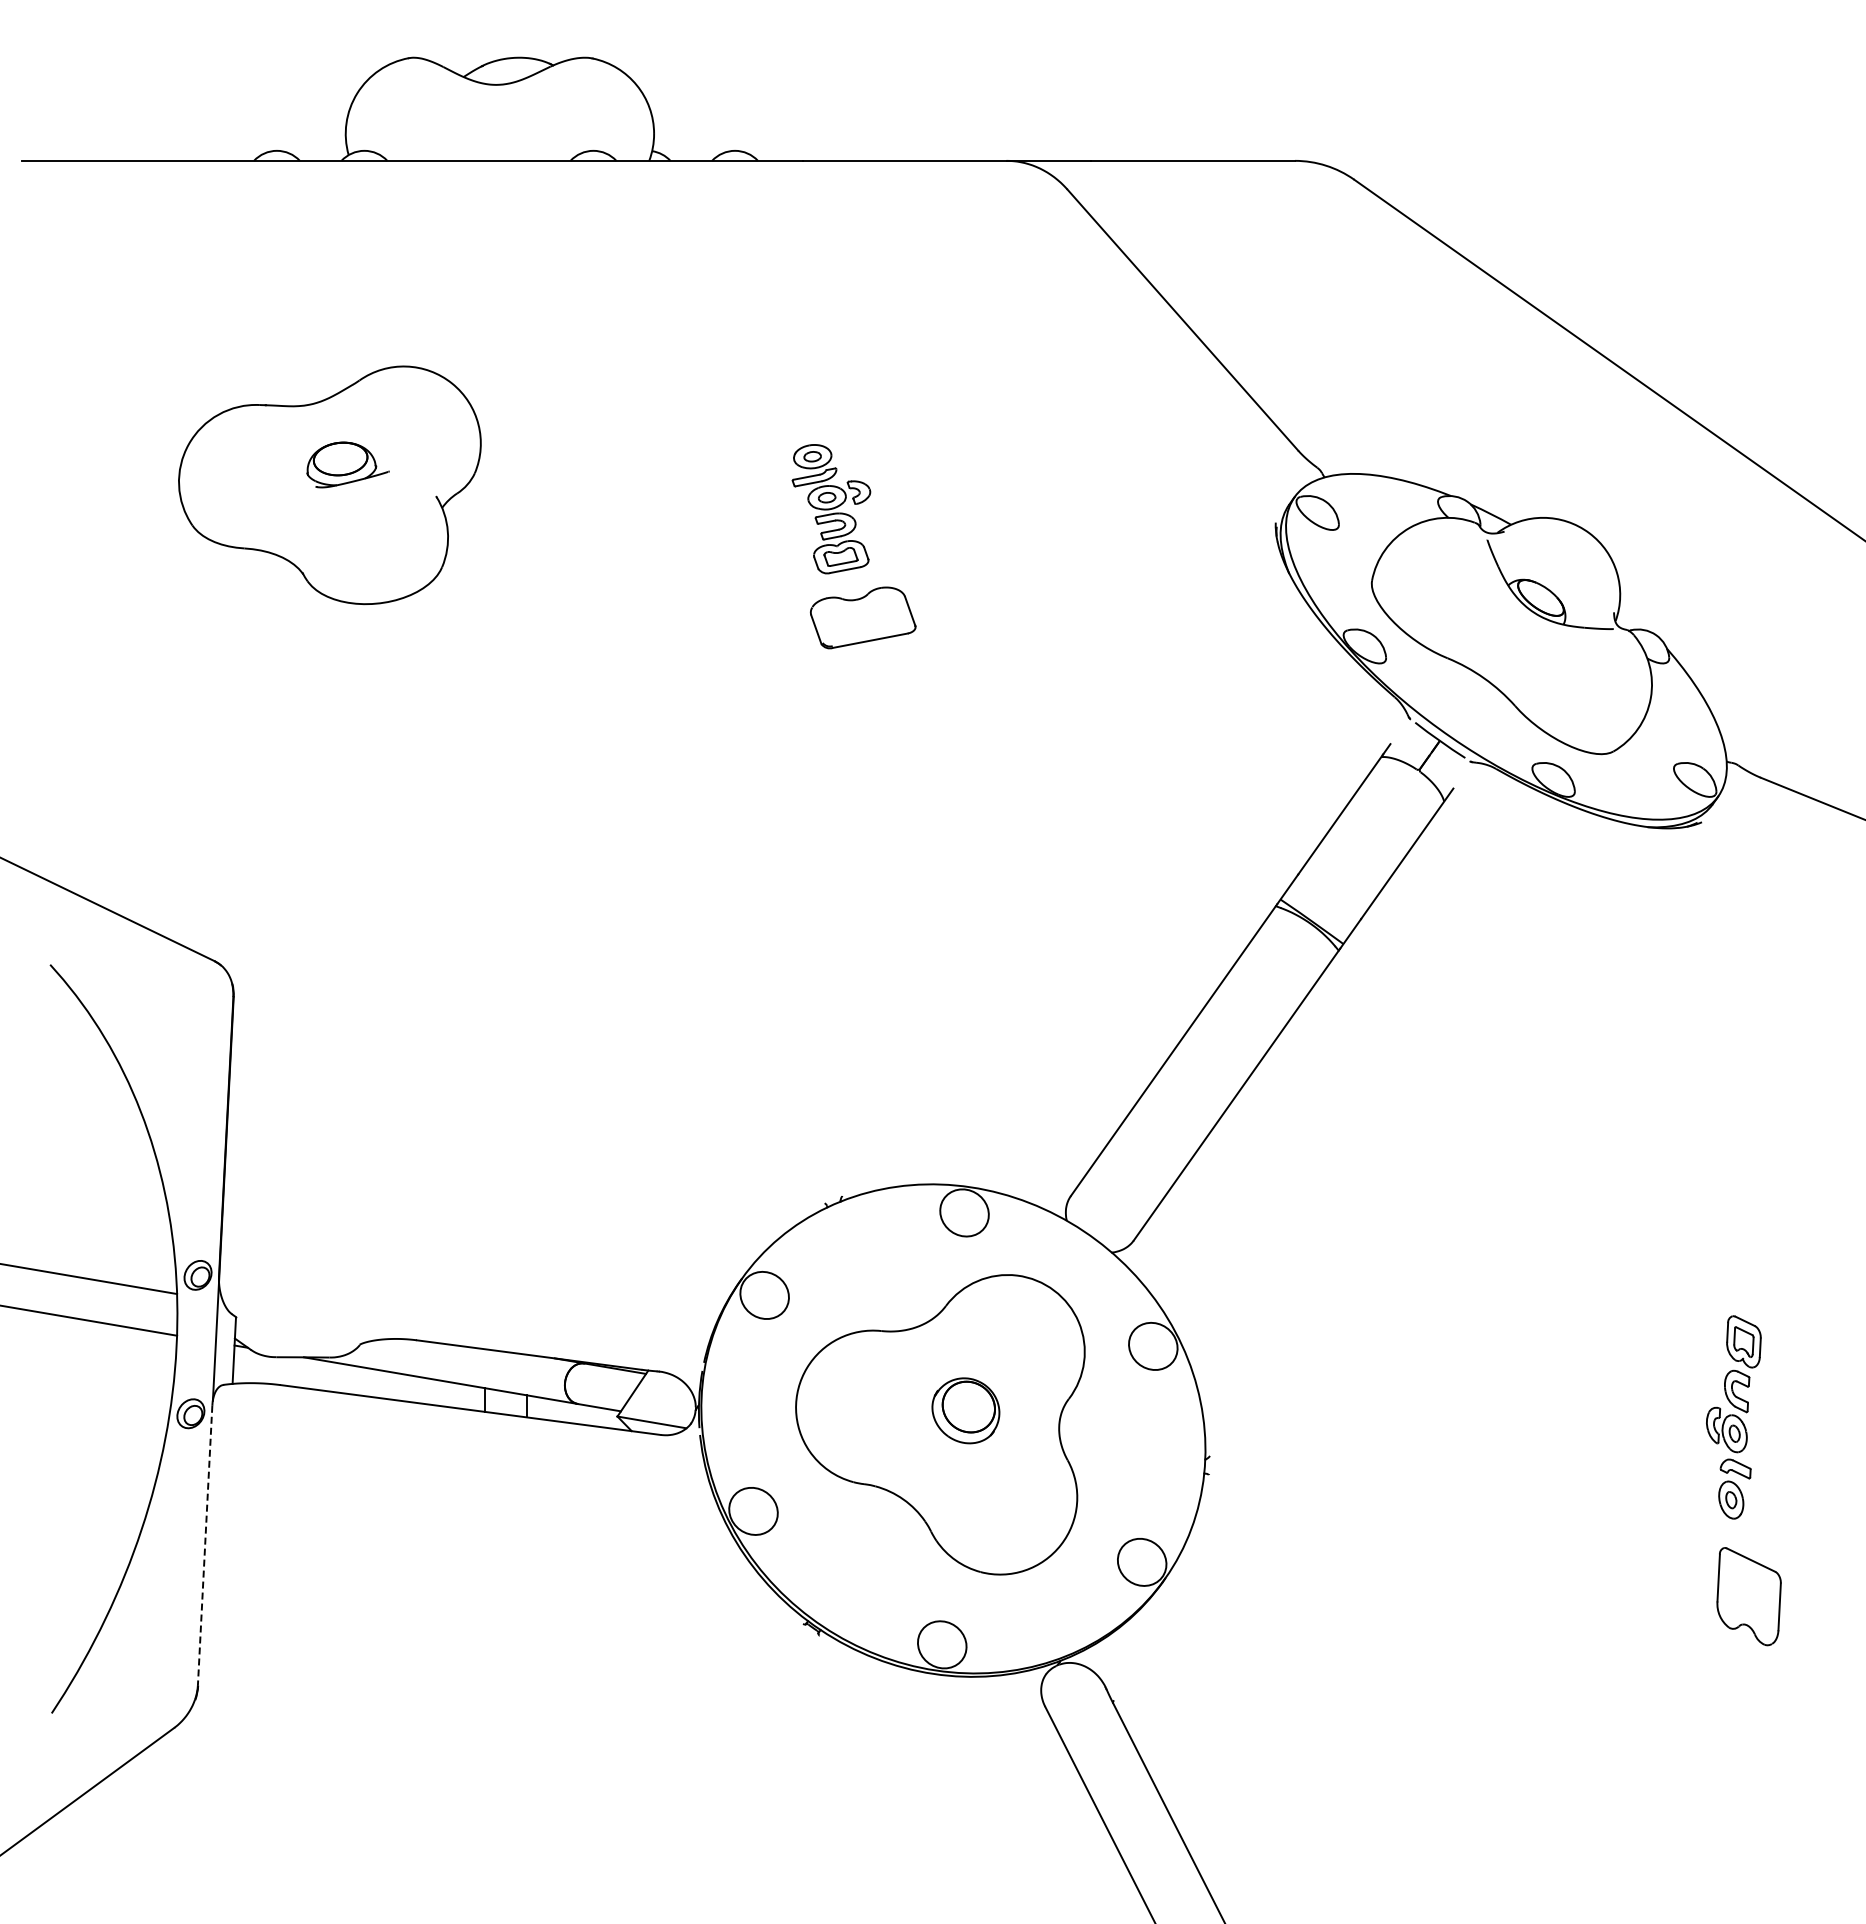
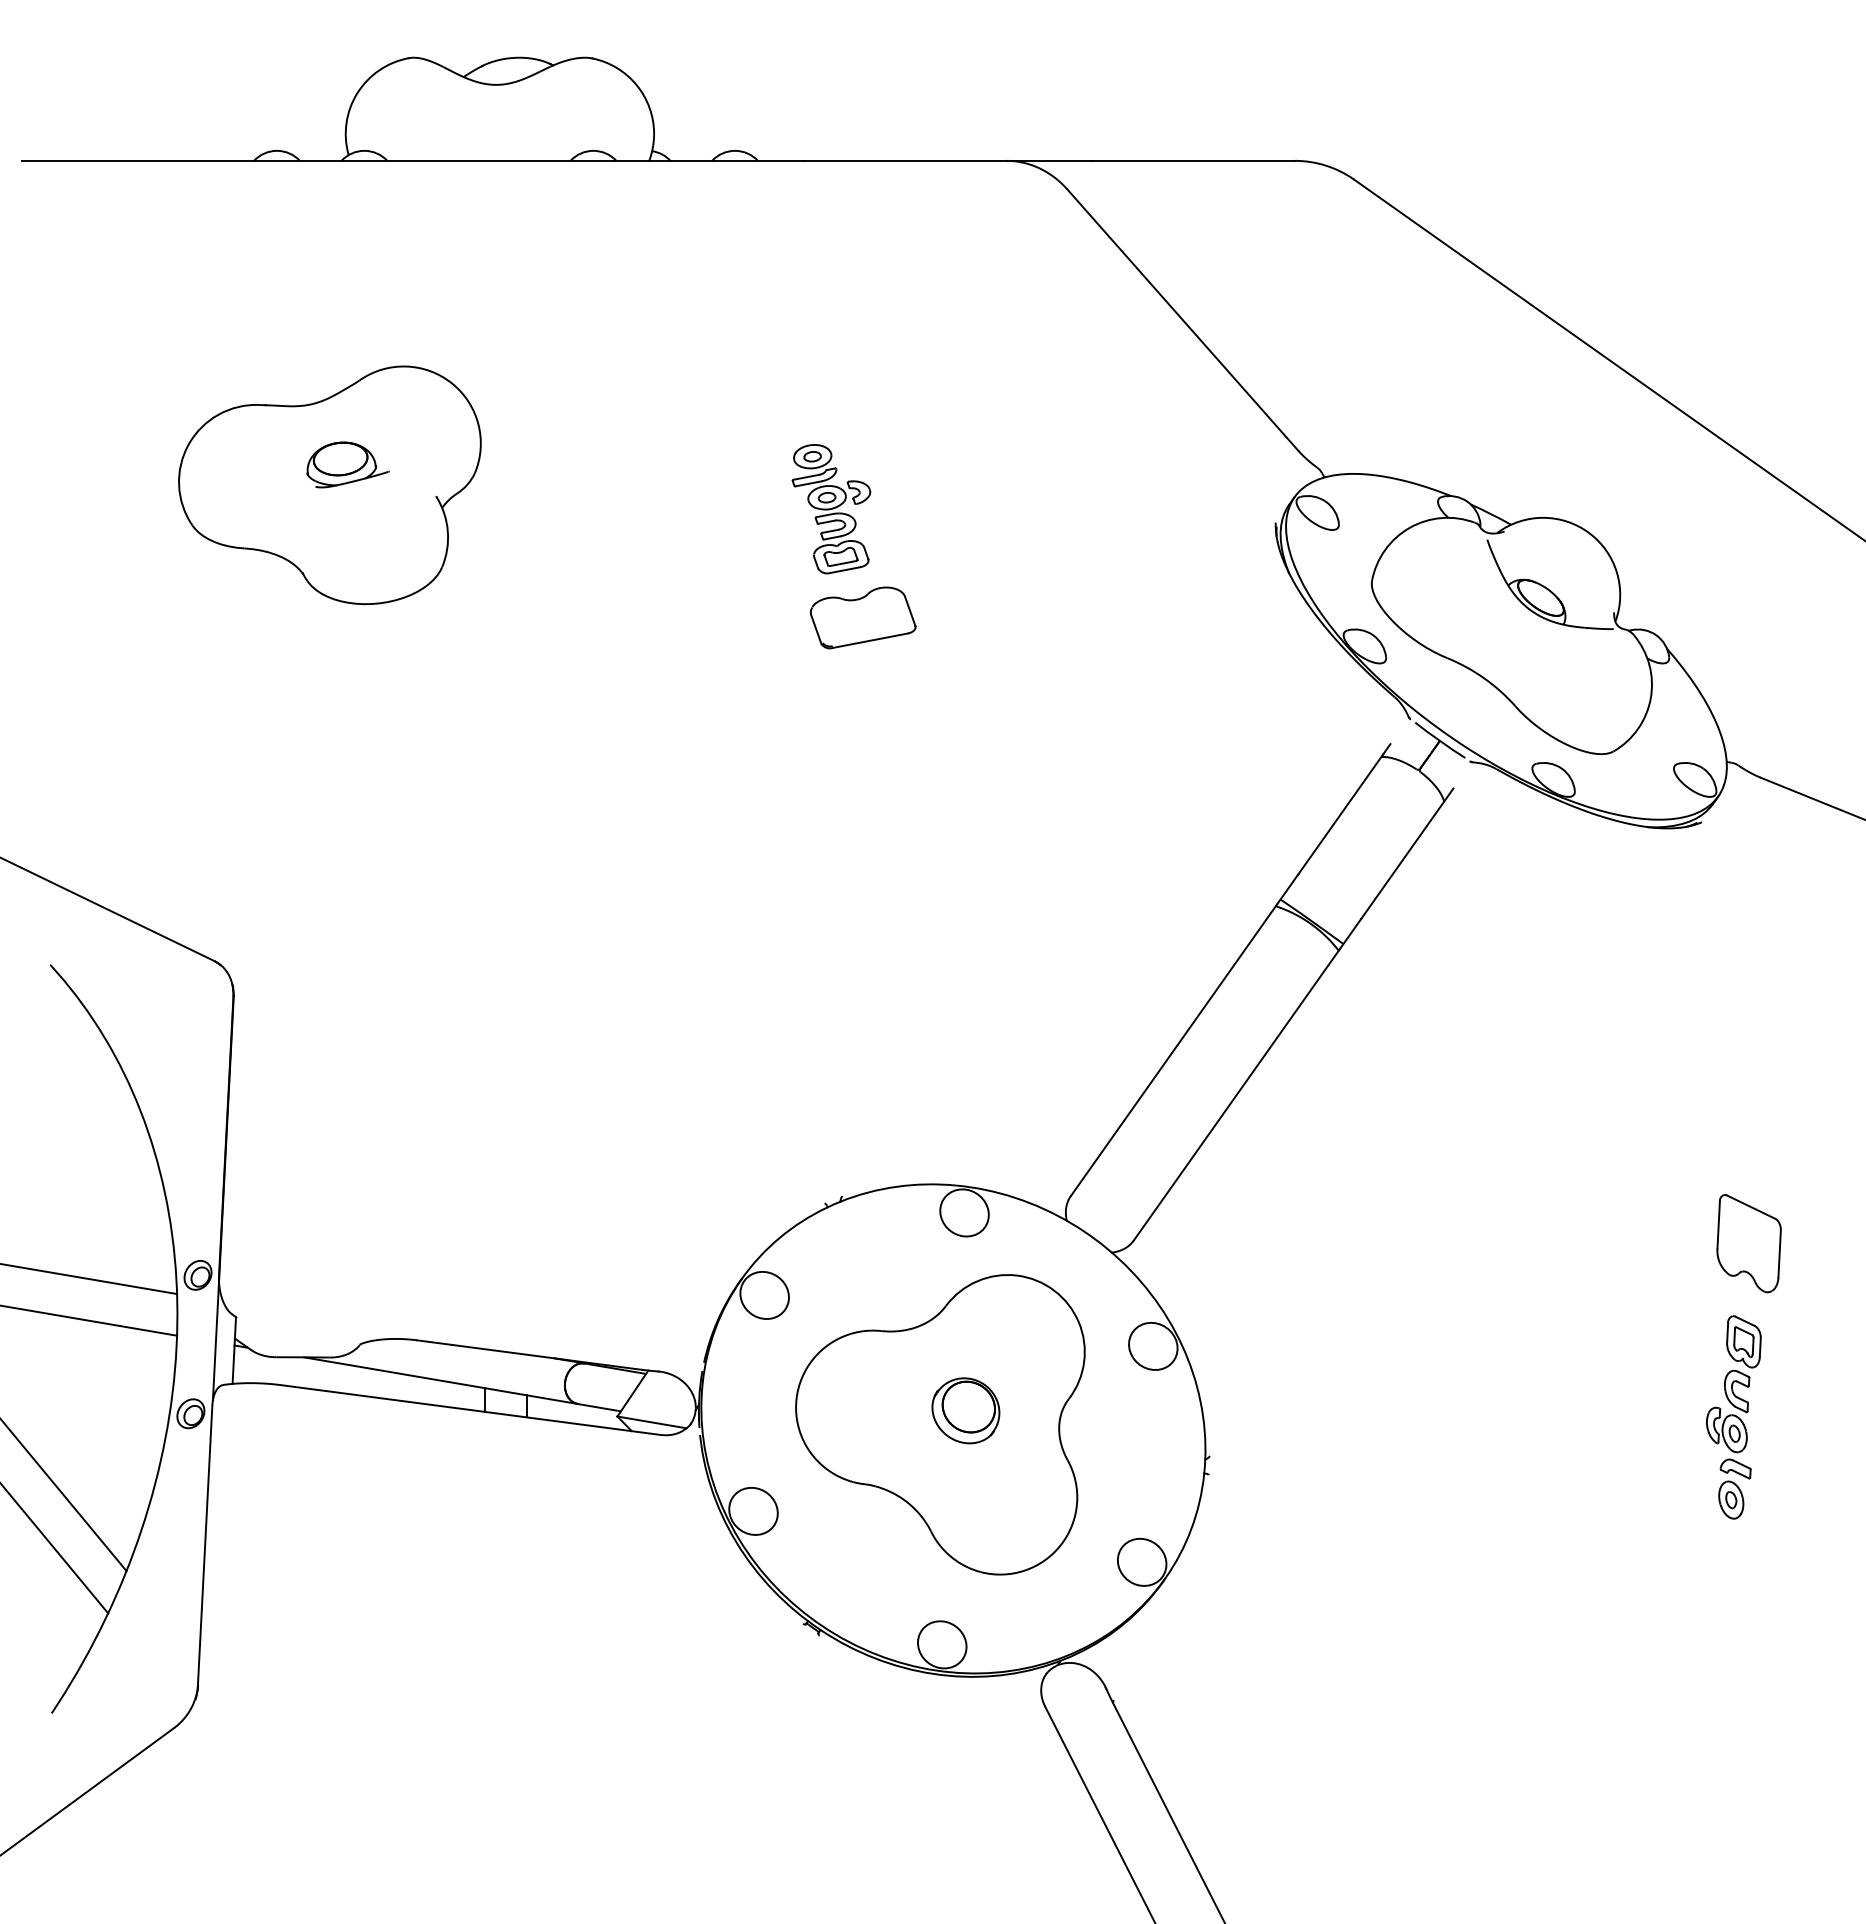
line at (64, 1496): none -> present
line at (205, 1545): dashed -> solid
line at (55, 1549): none -> present
part at (1748, 1596) position: (1748, 1596) -> (1748, 1243)
